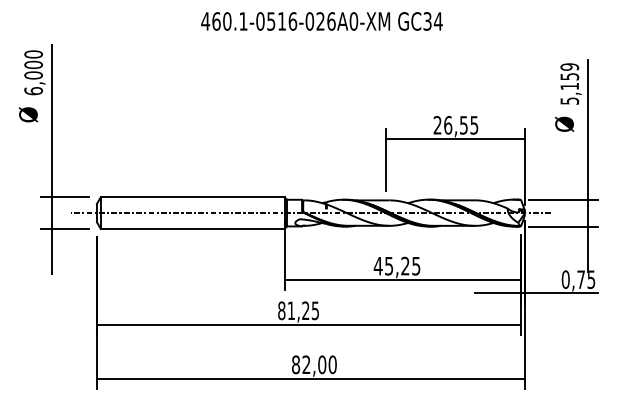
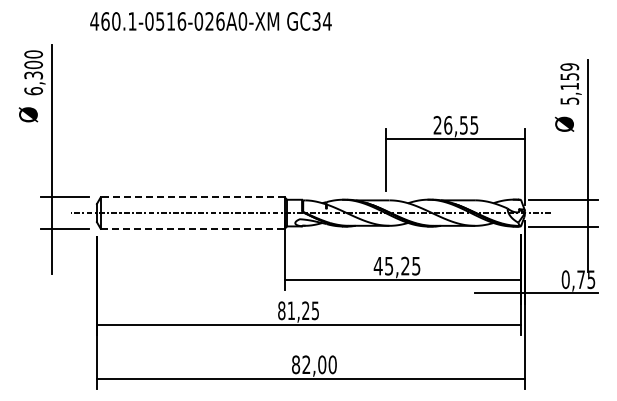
text at (321, 21) position: (321, 21) -> (210, 21)
text at (33, 75): 6,000 -> 6,300
line at (192, 197): solid -> dashed
line at (193, 228): solid -> dashed
